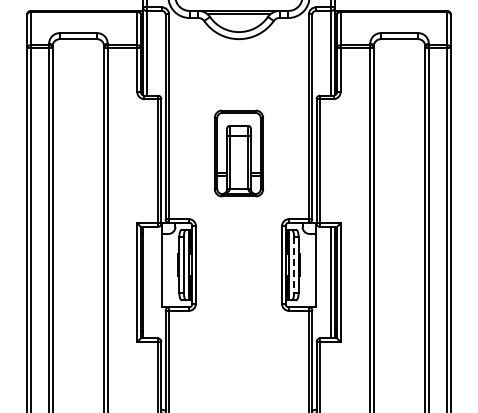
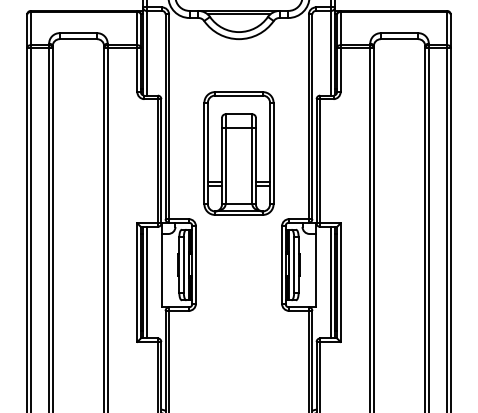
part at (239, 153) size: 51x89 px -> 72x125 px
line at (294, 265): dashed -> solid
line at (146, 282): none -> present
